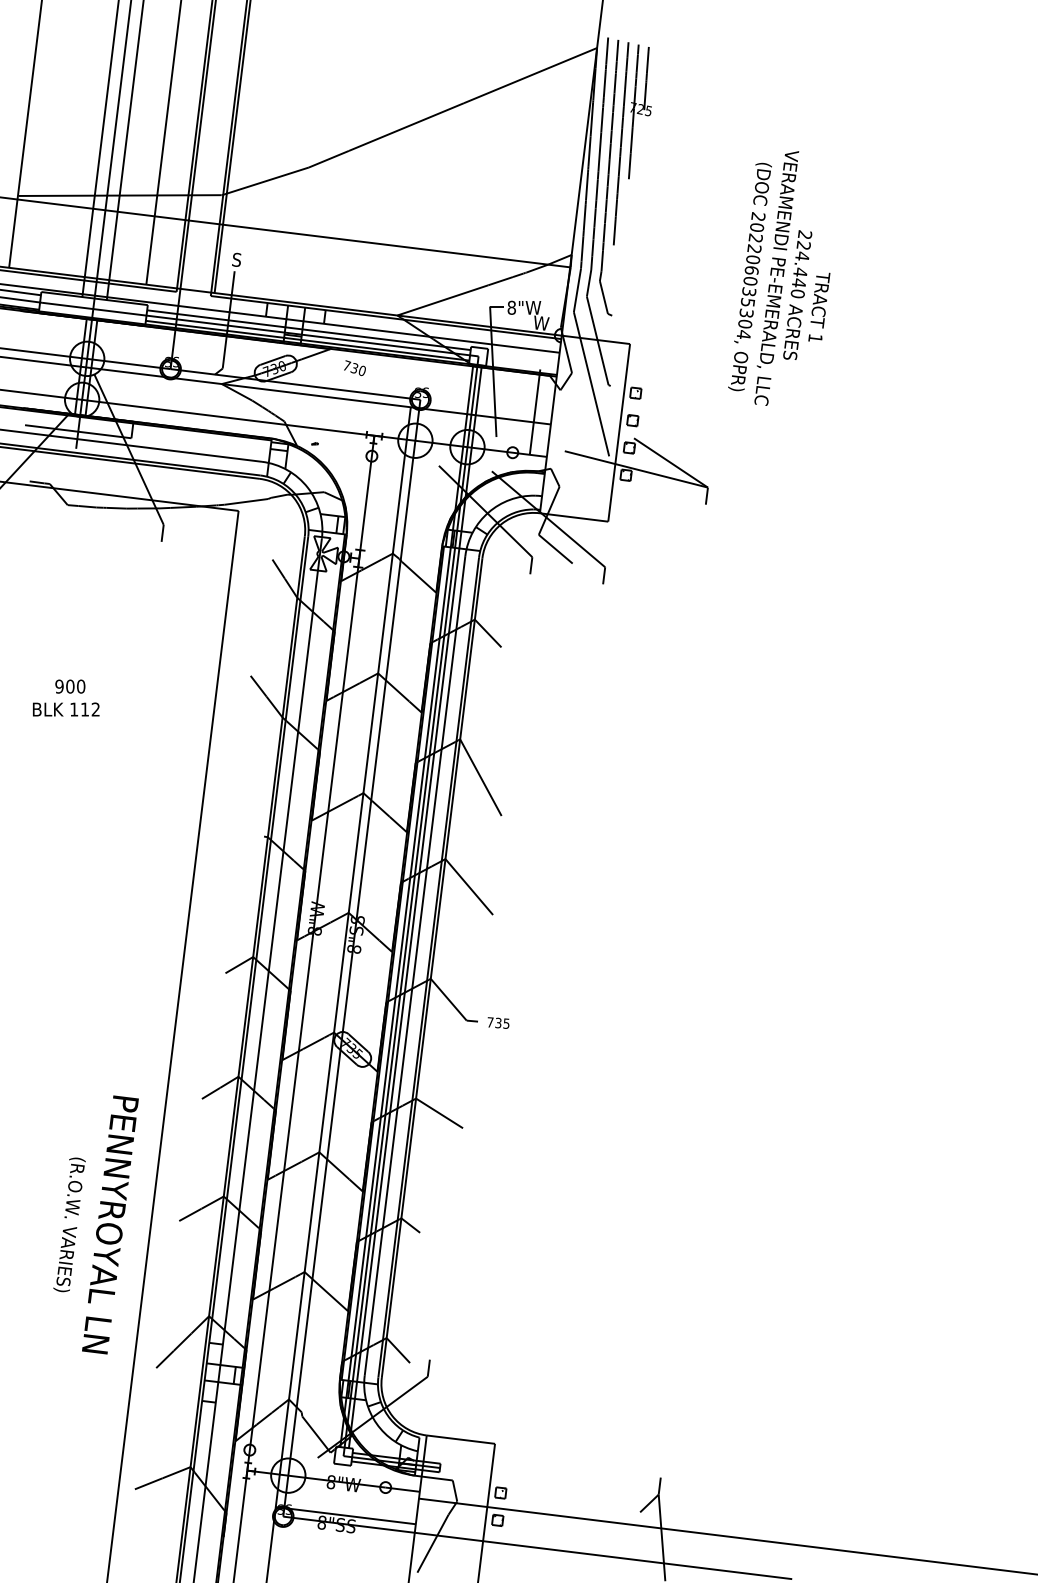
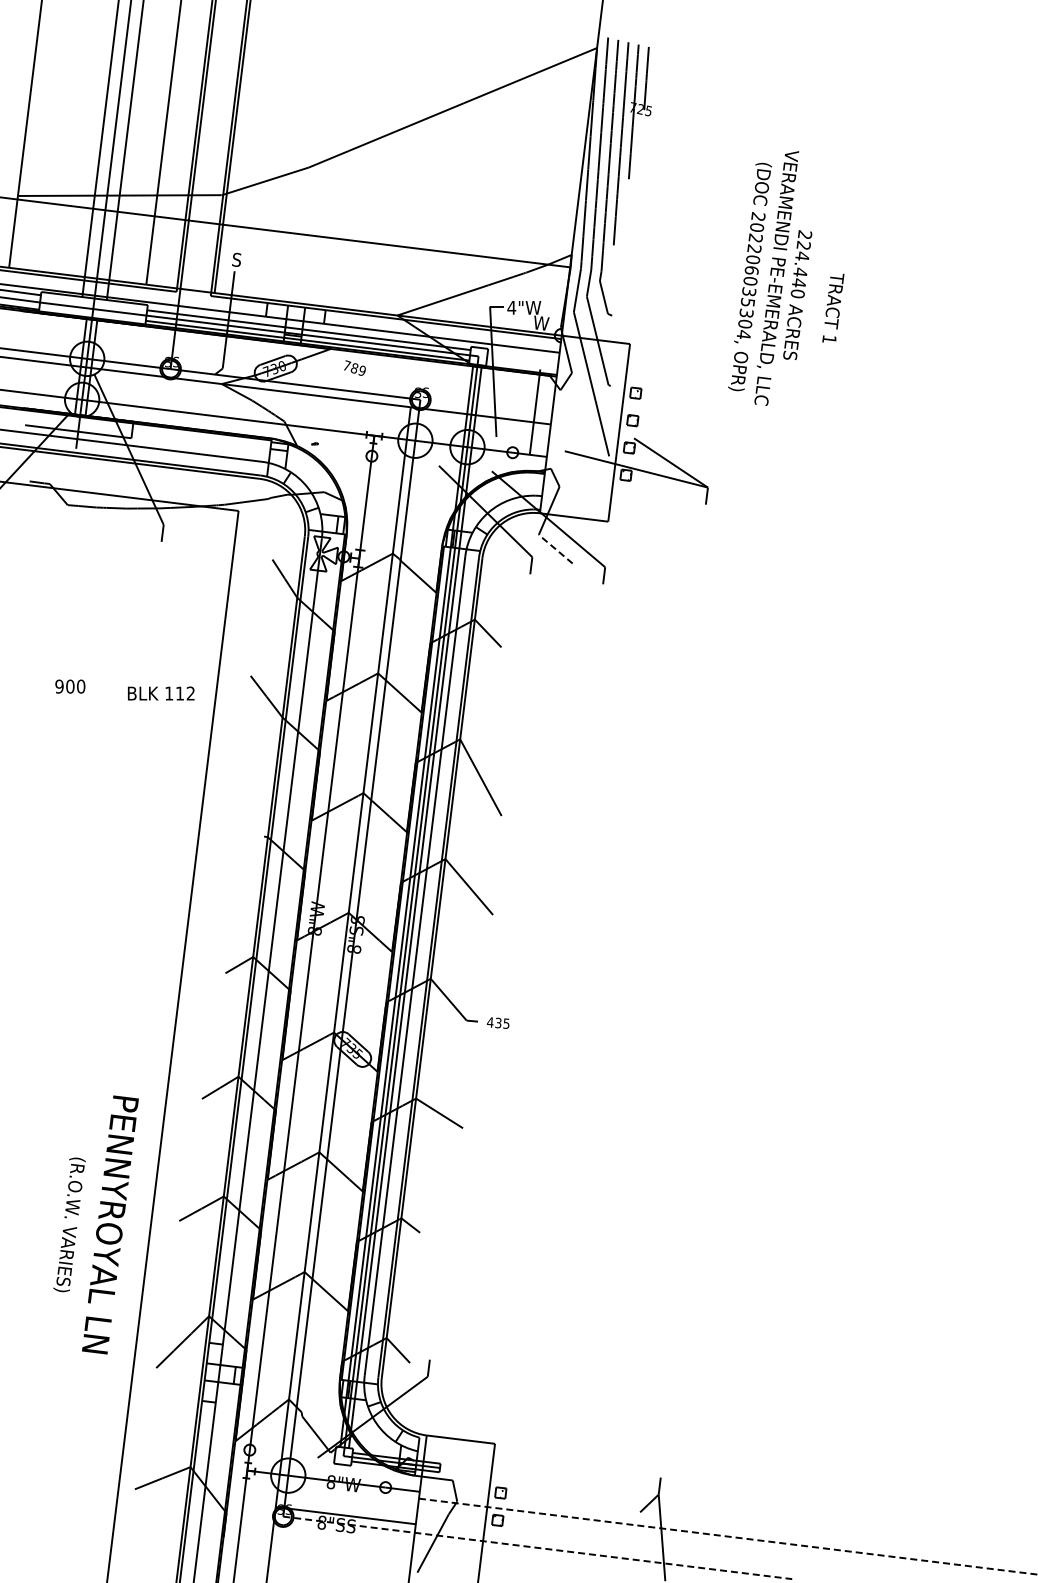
text at (819, 306) position: (819, 306) -> (833, 307)
text at (511, 307): 8"W -> 4"W
text at (357, 369): 730 -> 789
line at (555, 548): solid -> dashed
text at (66, 709) position: (66, 709) -> (161, 693)
text at (489, 1022): 735 -> 435
line at (728, 1536): solid -> dashed
line at (538, 1547): solid -> dashed
